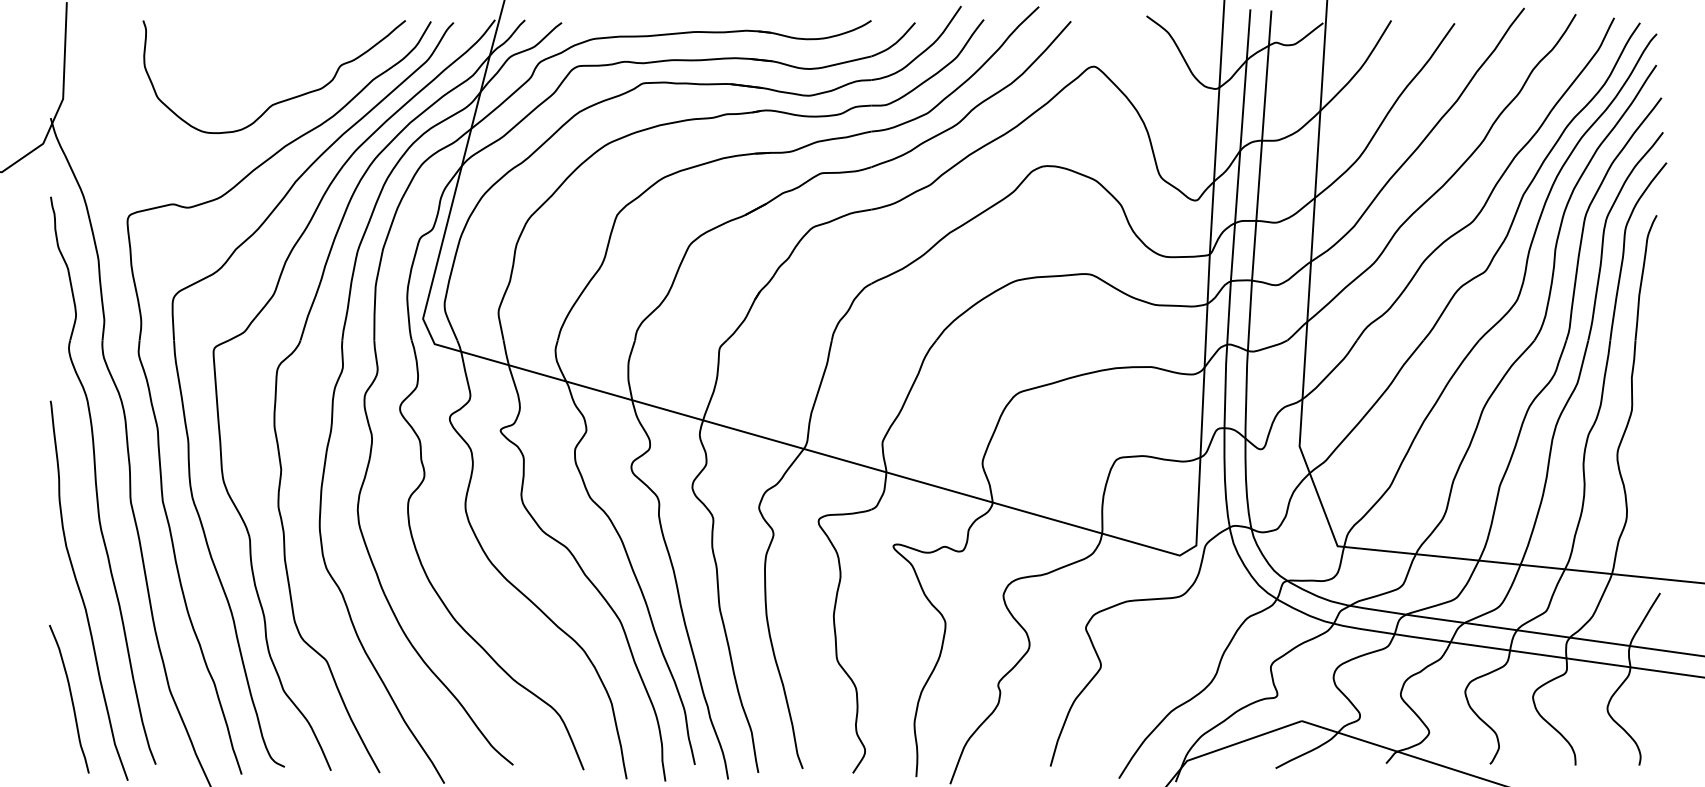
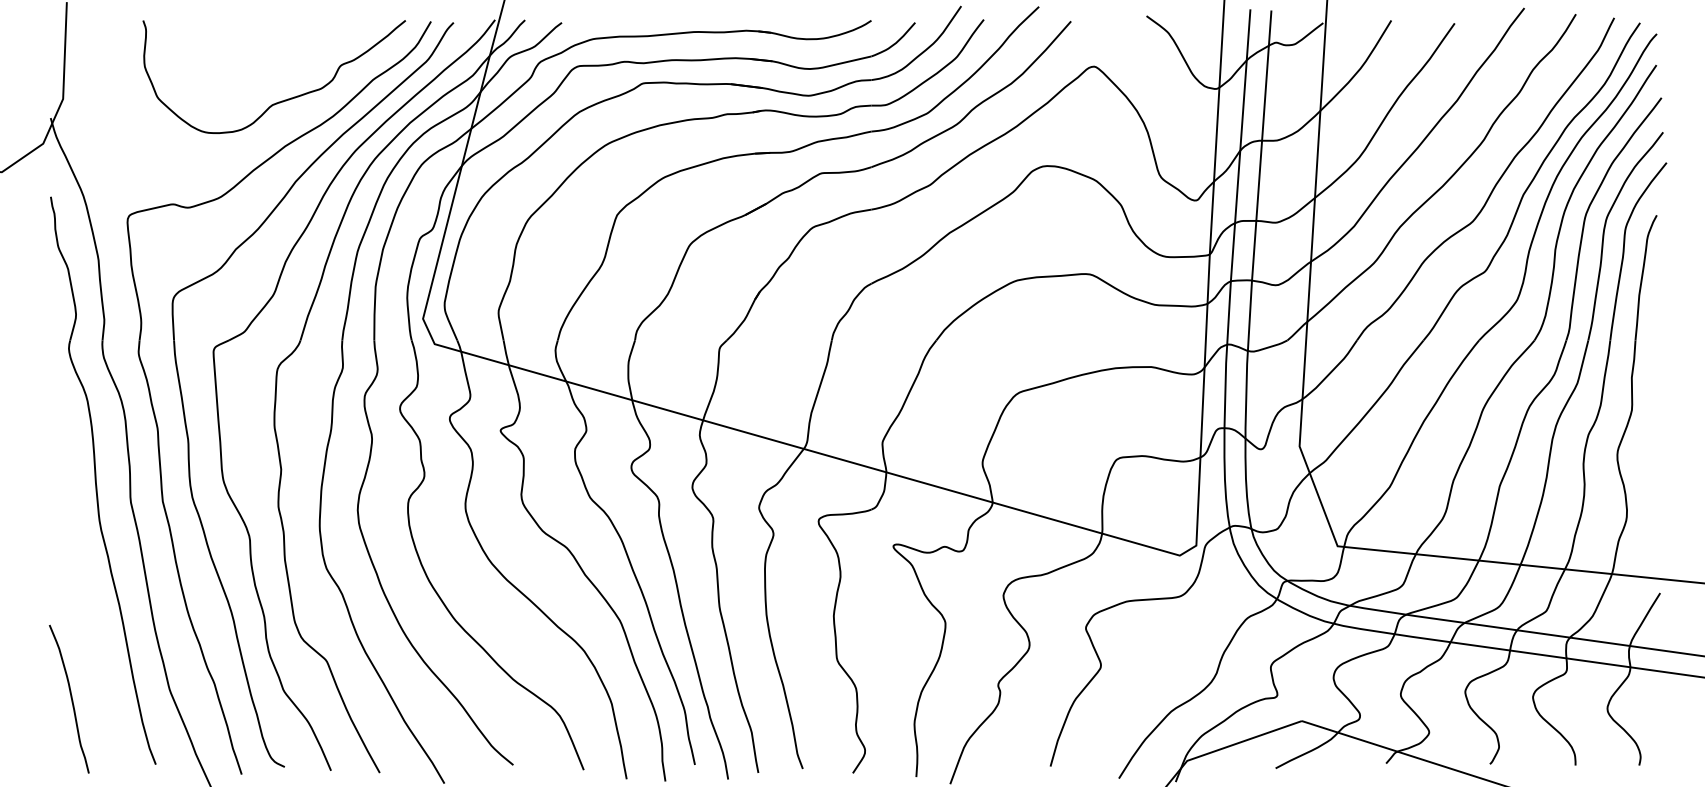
curve at (81, 592): present -> none
